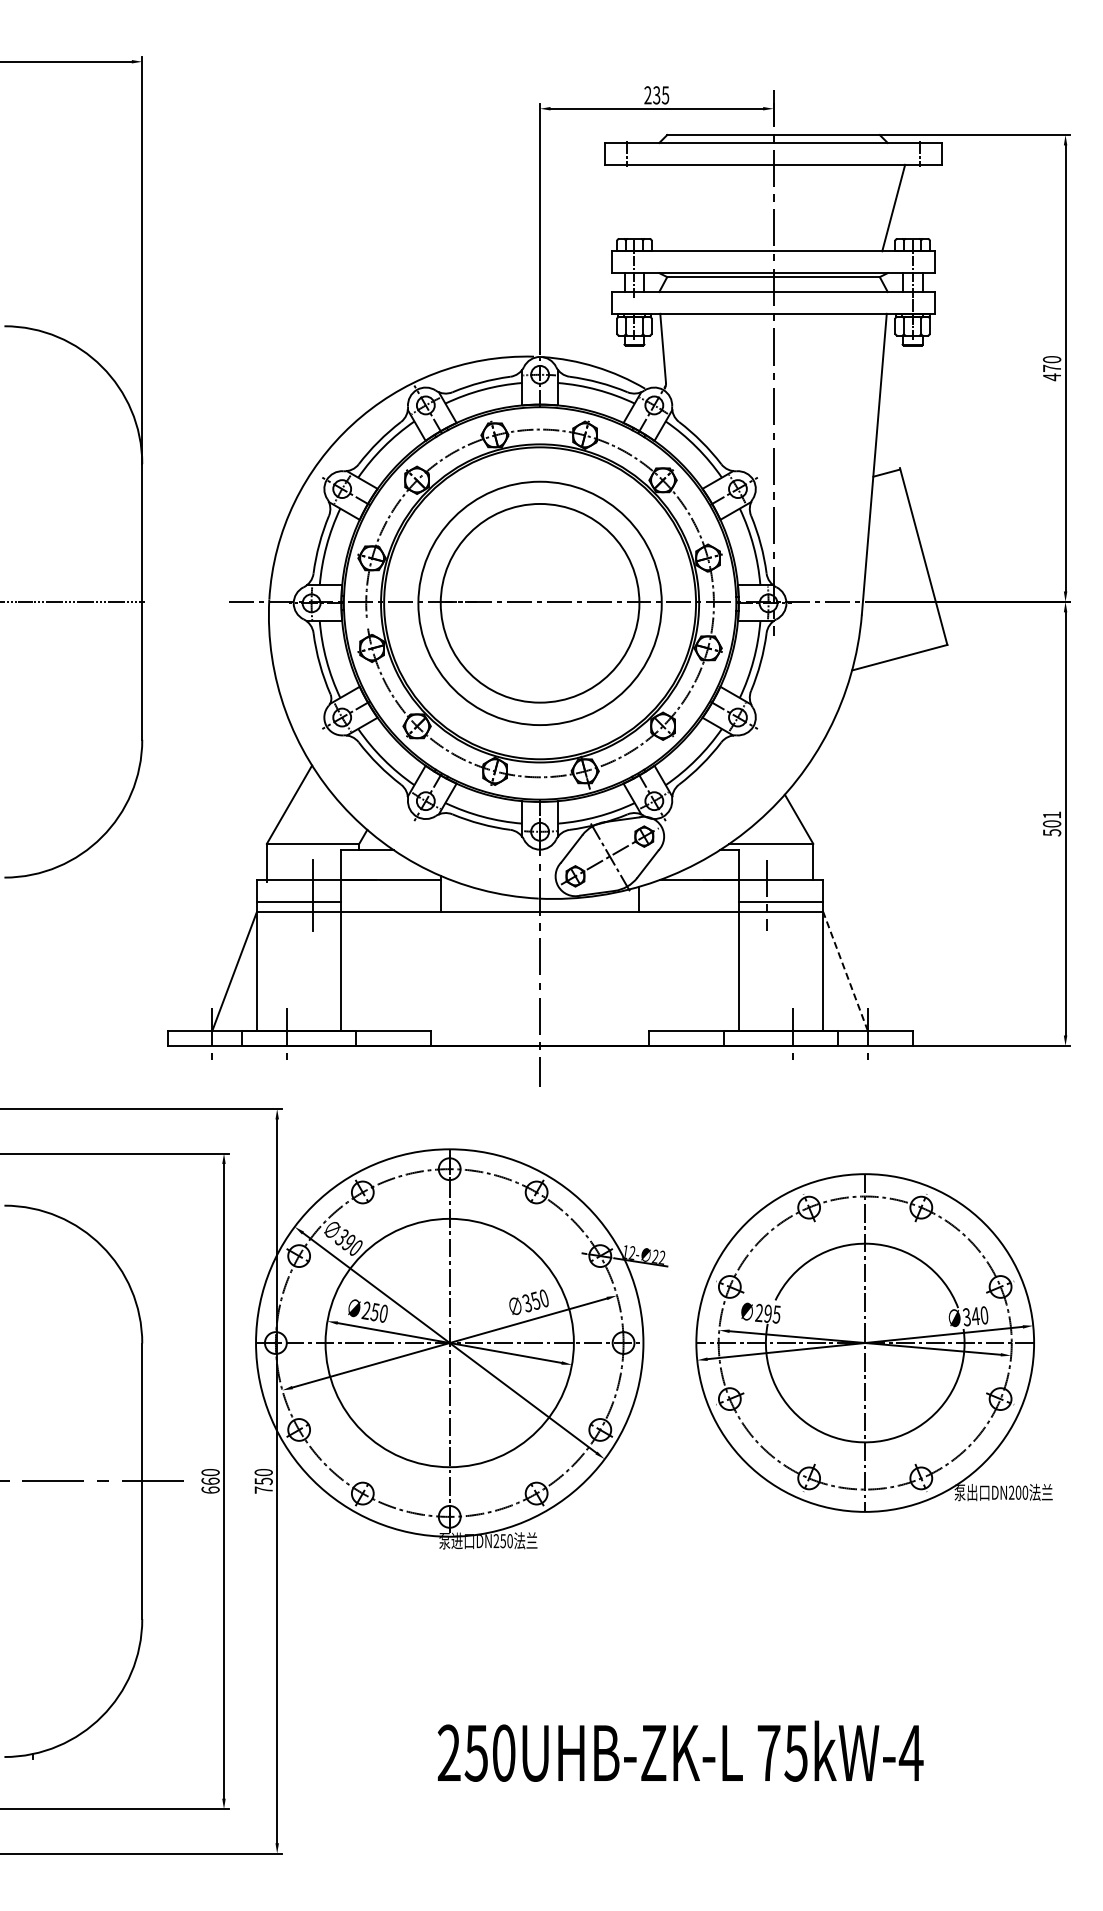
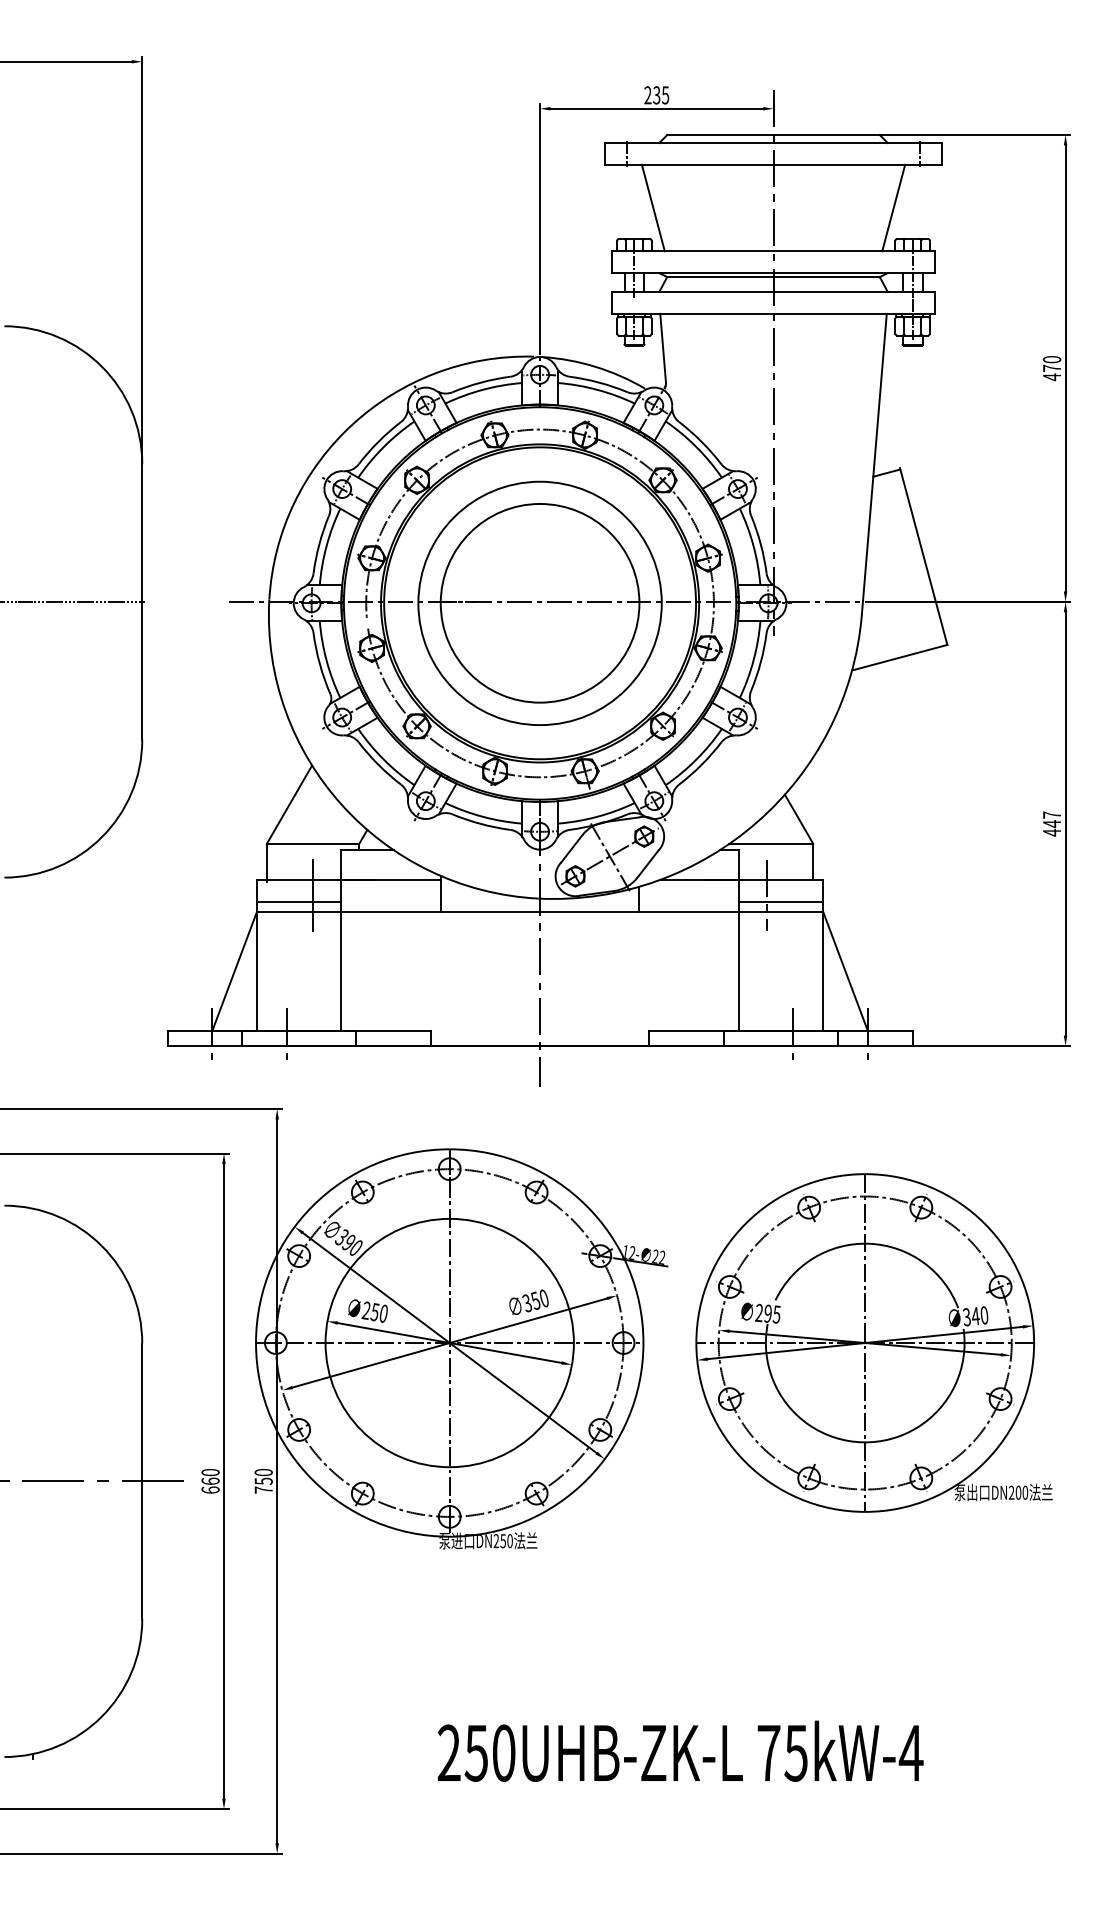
line at (652, 207): none -> present
text at (1052, 823): 501 -> 447
line at (845, 971): dashed -> solid
